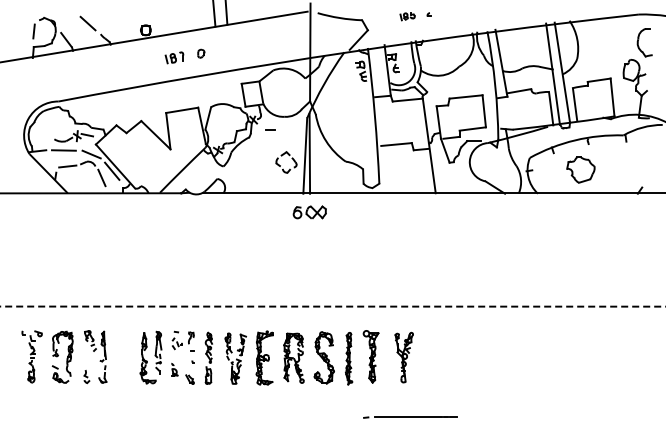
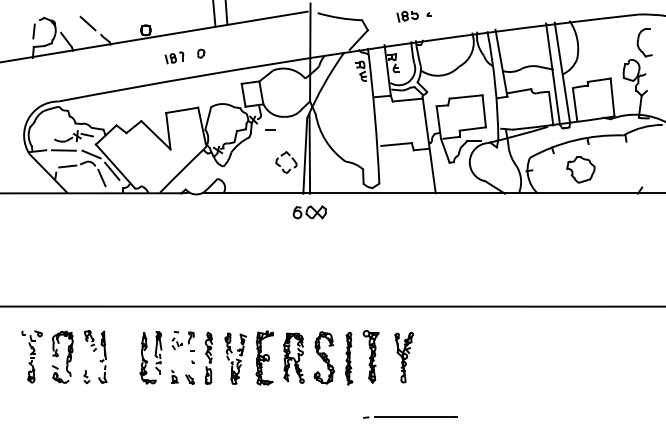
part at (407, 16) size: 17x10 px -> 23x12 px
line at (332, 306): dashed -> solid
part at (174, 369) position: (174, 369) -> (174, 376)
